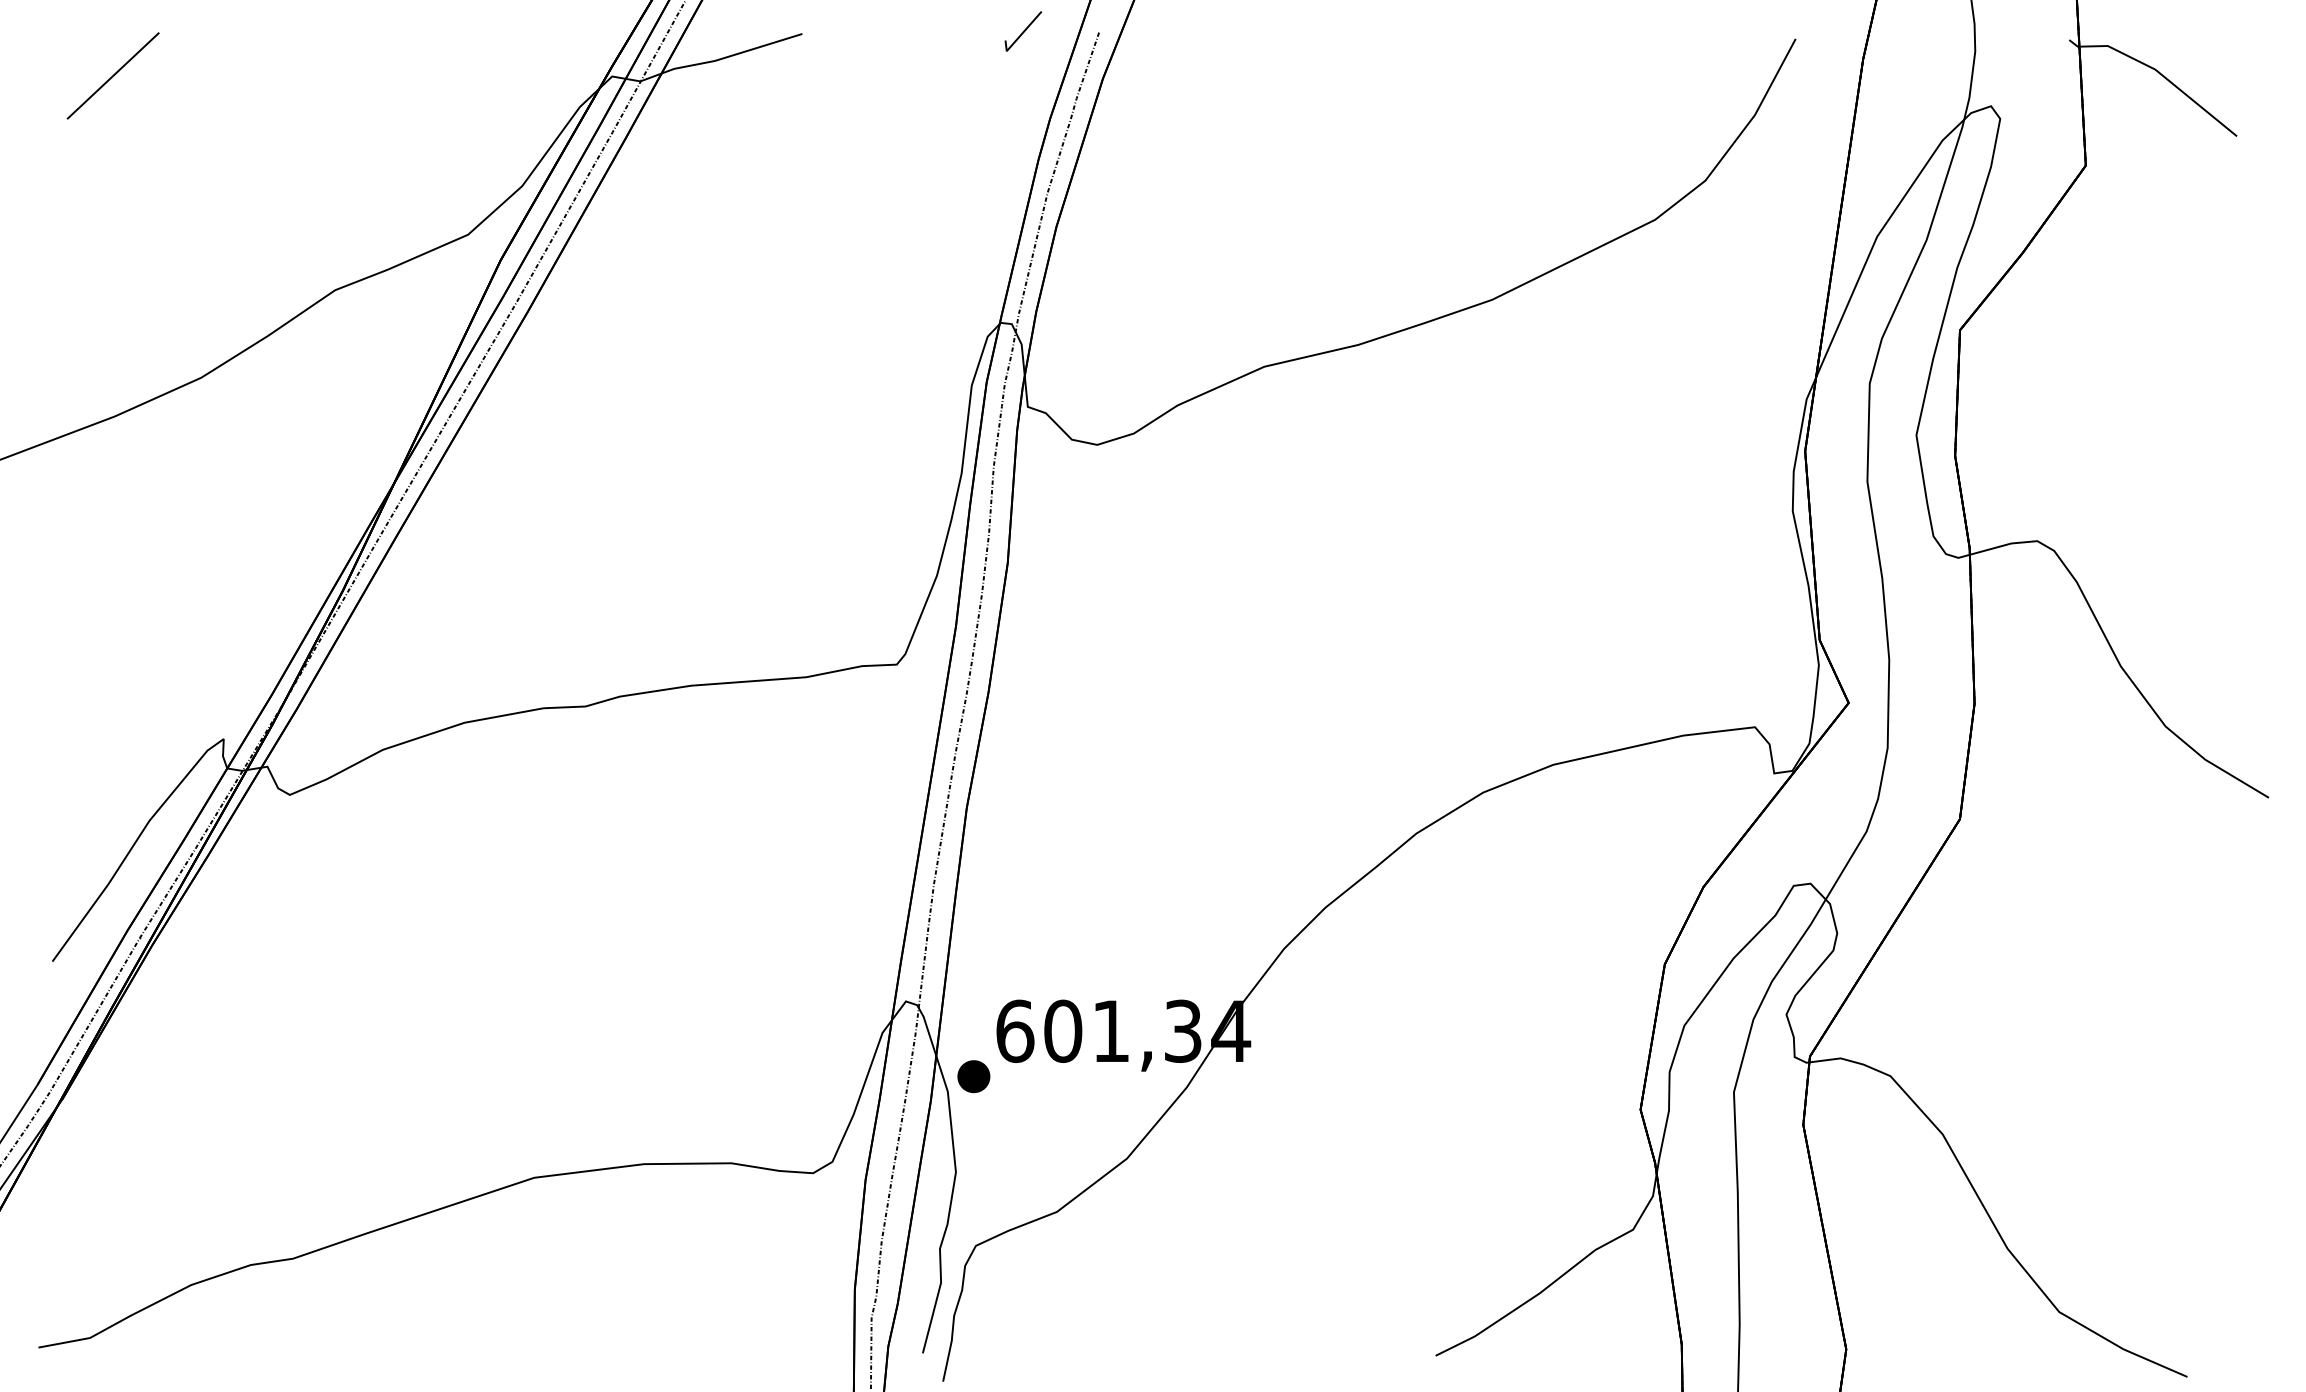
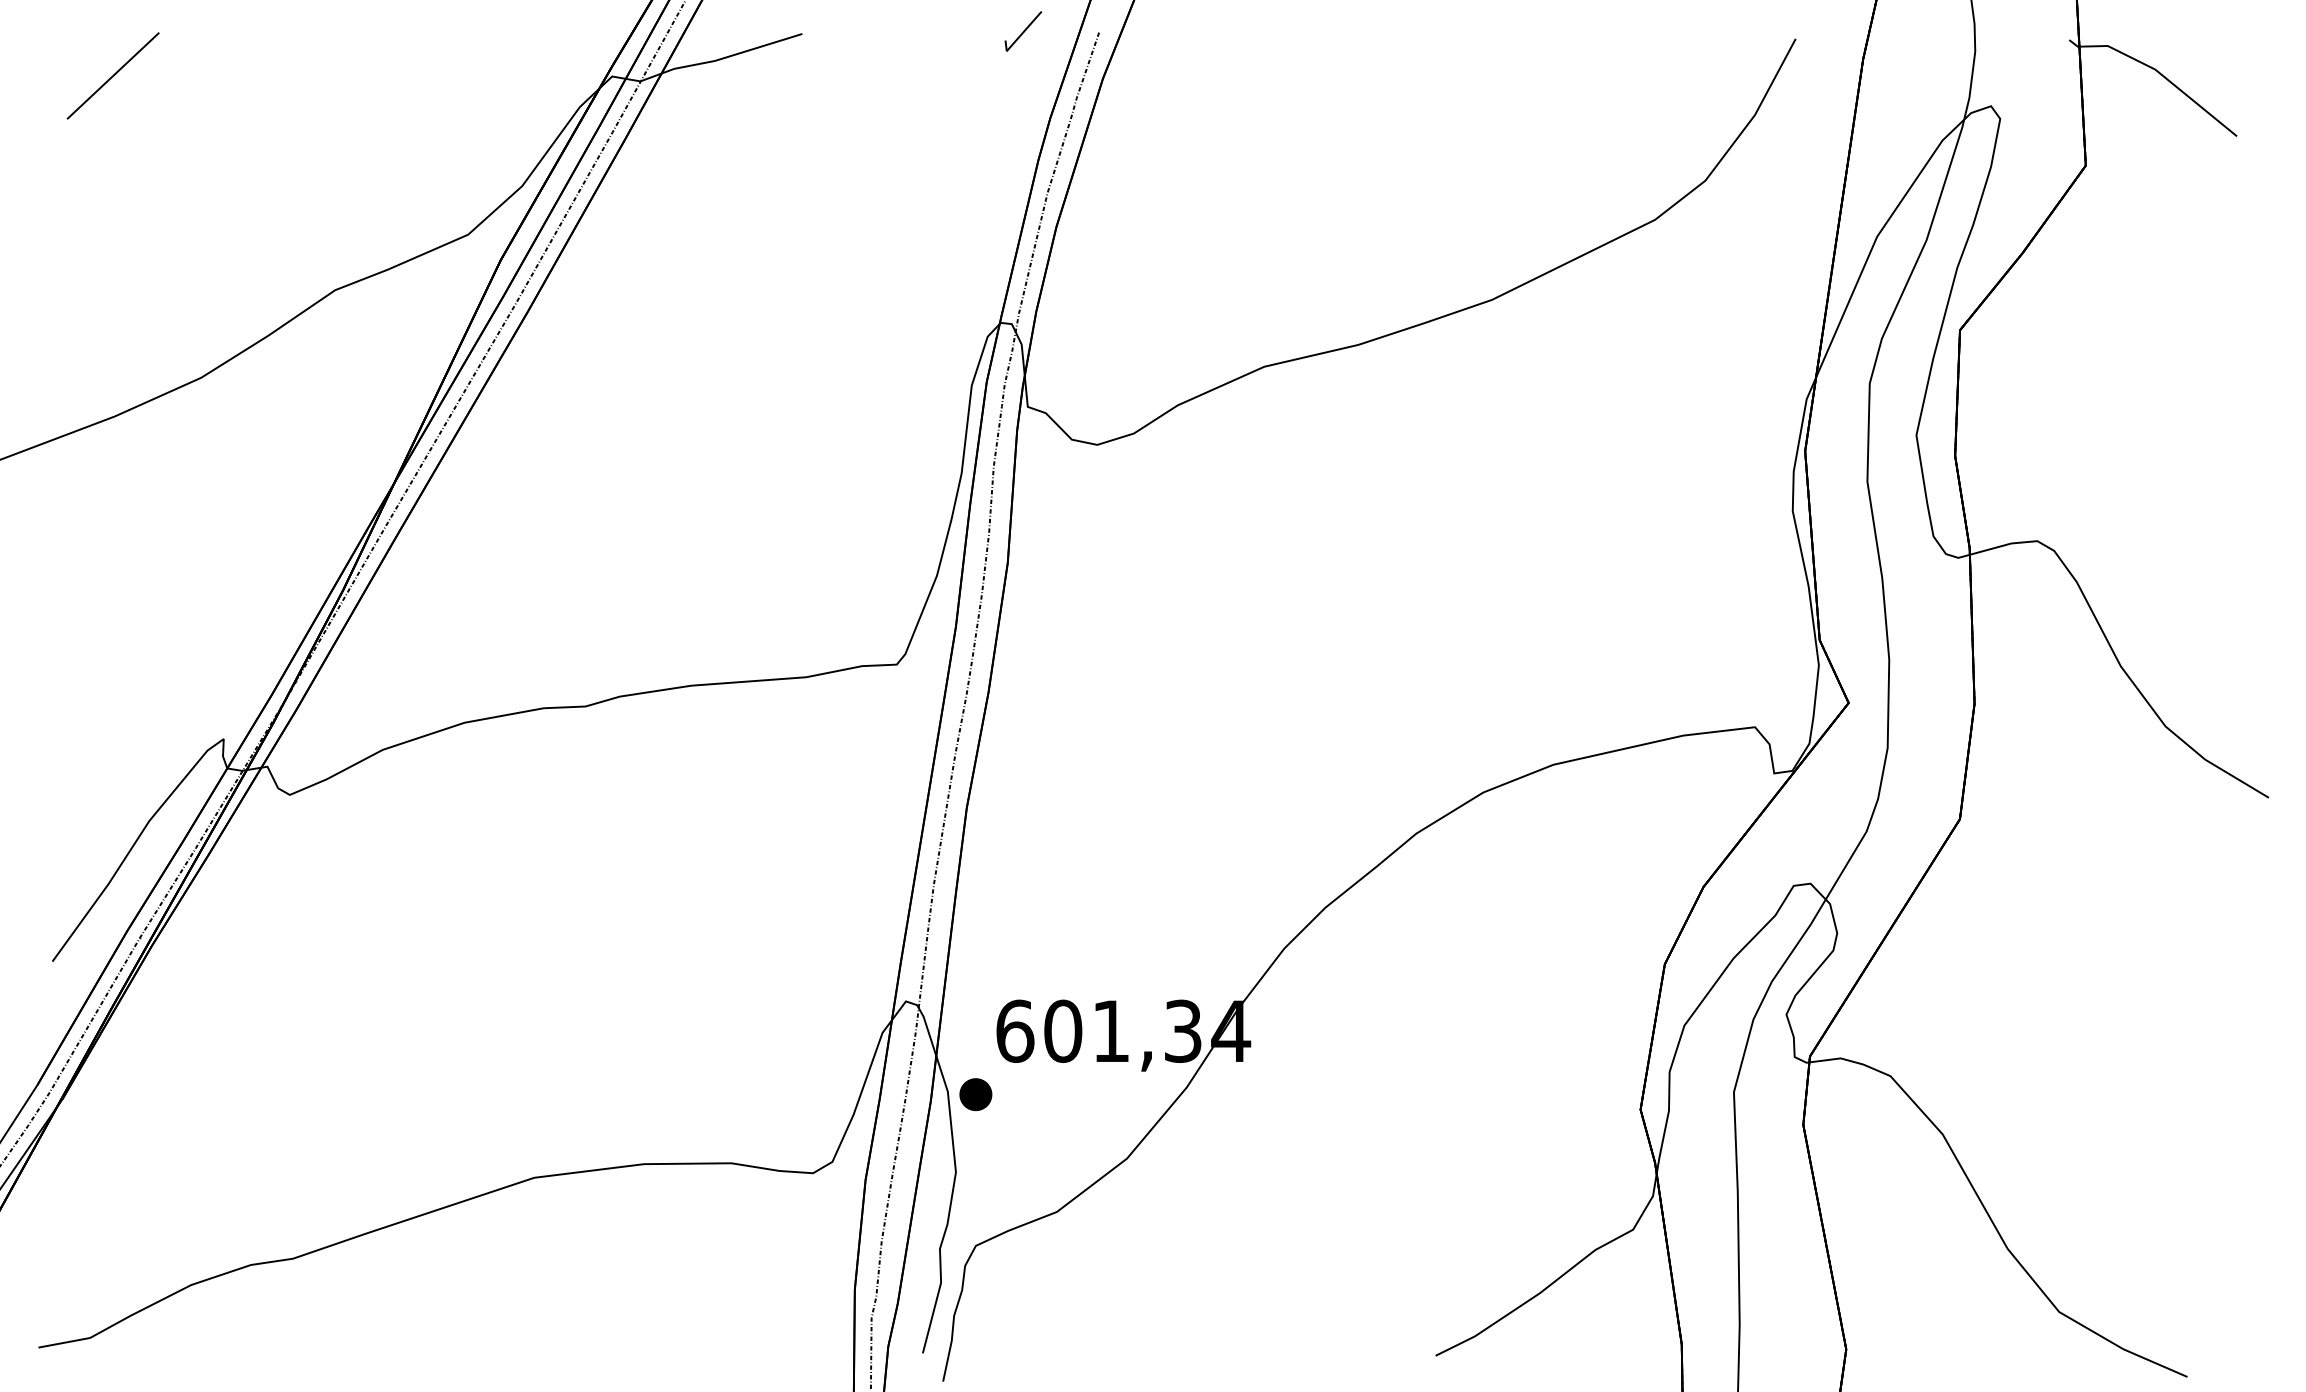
part at (973, 1076) position: (973, 1076) -> (975, 1094)
